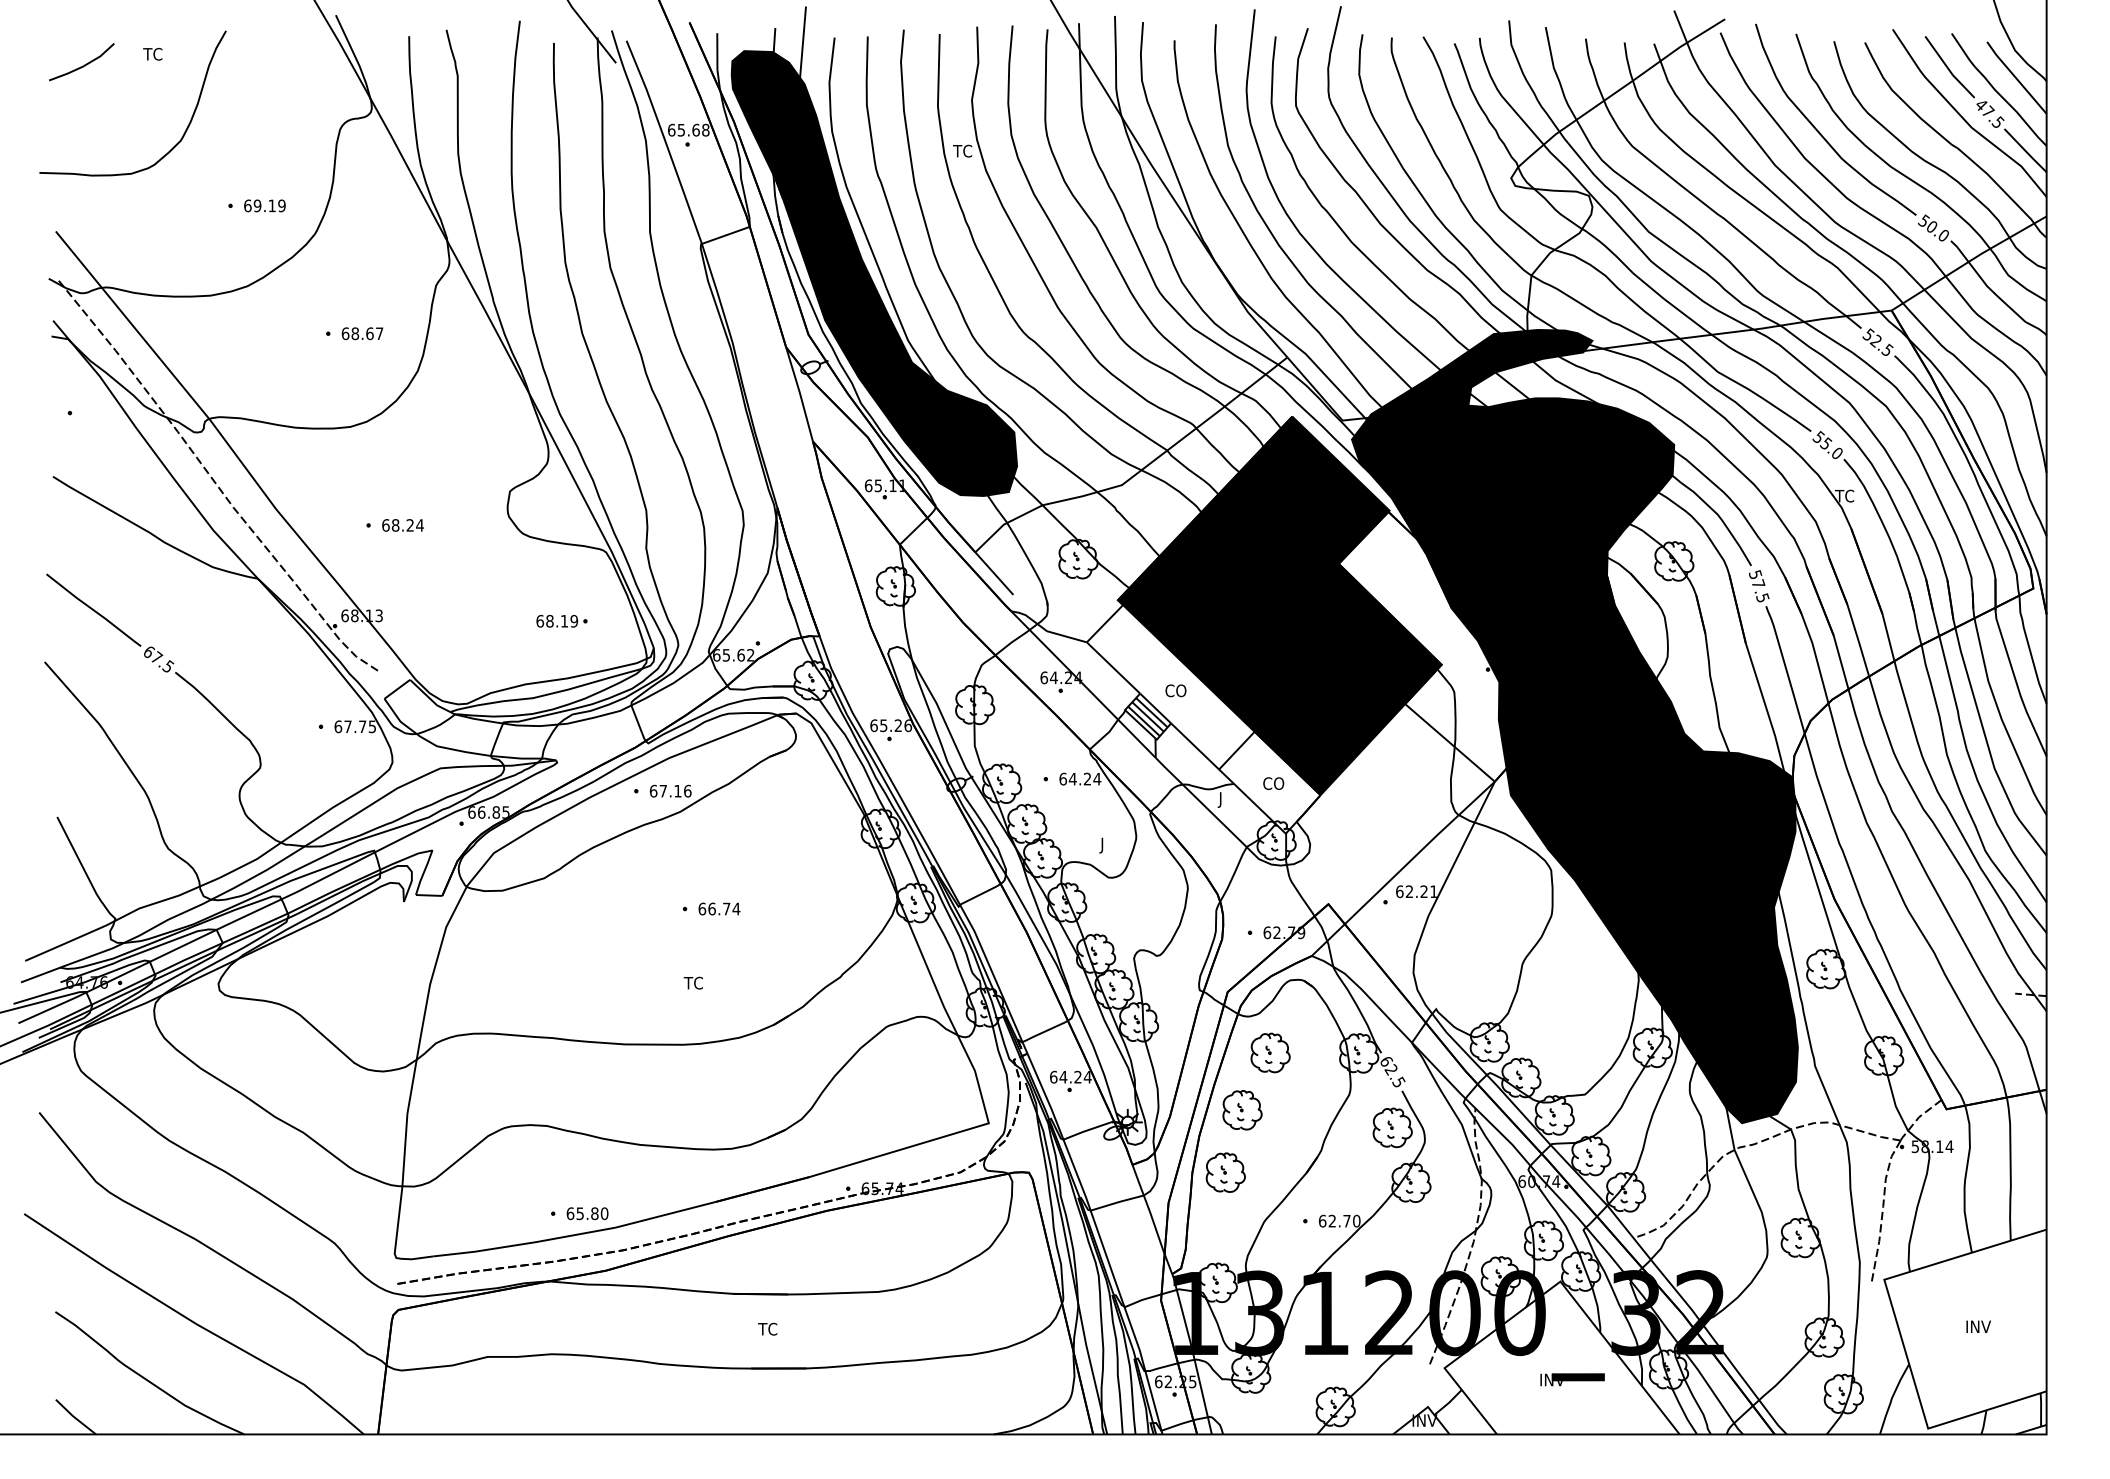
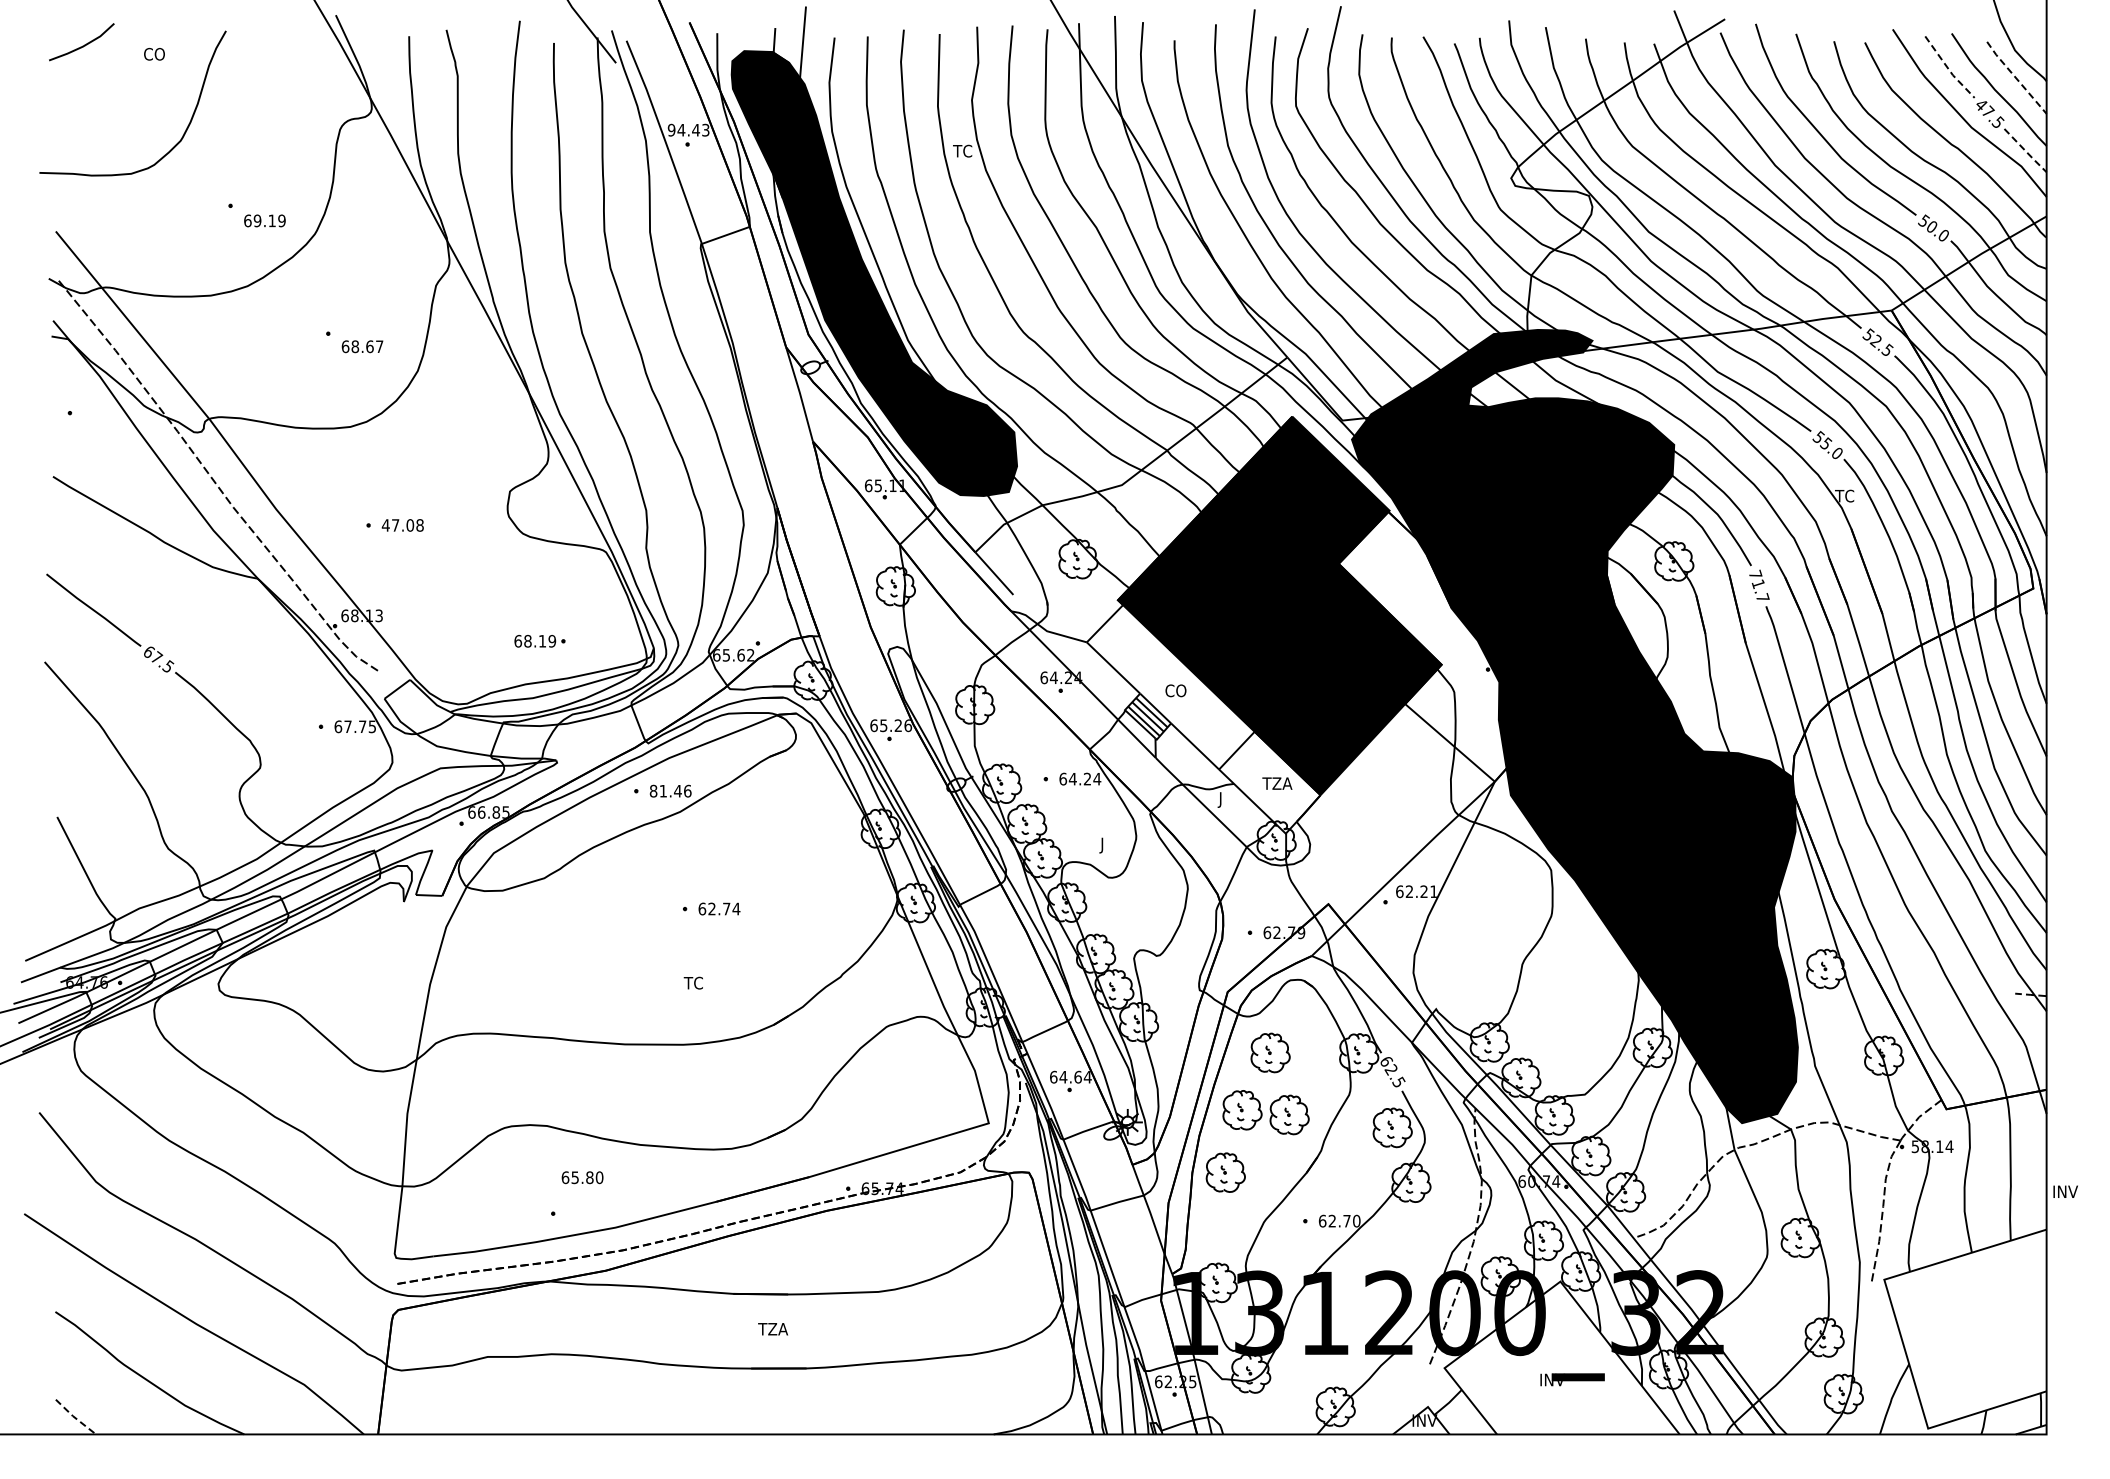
text at (153, 53): TC -> CO
line at (82, 65) position: (82, 65) -> (82, 45)
line at (1948, 69): solid -> dashed
line at (2016, 78): solid -> dashed
text at (688, 129): 65.68 -> 94.43
line at (2026, 151): solid -> dashed
text at (264, 205) position: (264, 205) -> (264, 220)
text at (362, 333) position: (362, 333) -> (362, 346)
text at (402, 525): 68.24 -> 47.08
text at (1758, 585): 57.5 -> 71.7
part at (561, 621) position: (561, 621) -> (539, 641)
text at (1277, 783): CO -> TZA
text at (665, 790): 67.16 -> 81.46
text at (711, 908): 66.74 -> 62.74
text at (1077, 1076): 64.24 -> 64.64
part at (1289, 1114): none -> present
text at (587, 1213) position: (587, 1213) -> (582, 1177)
text at (1978, 1326) position: (1978, 1326) -> (2065, 1191)
text at (778, 1328): TC -> TZA
line at (75, 1417): solid -> dashed
